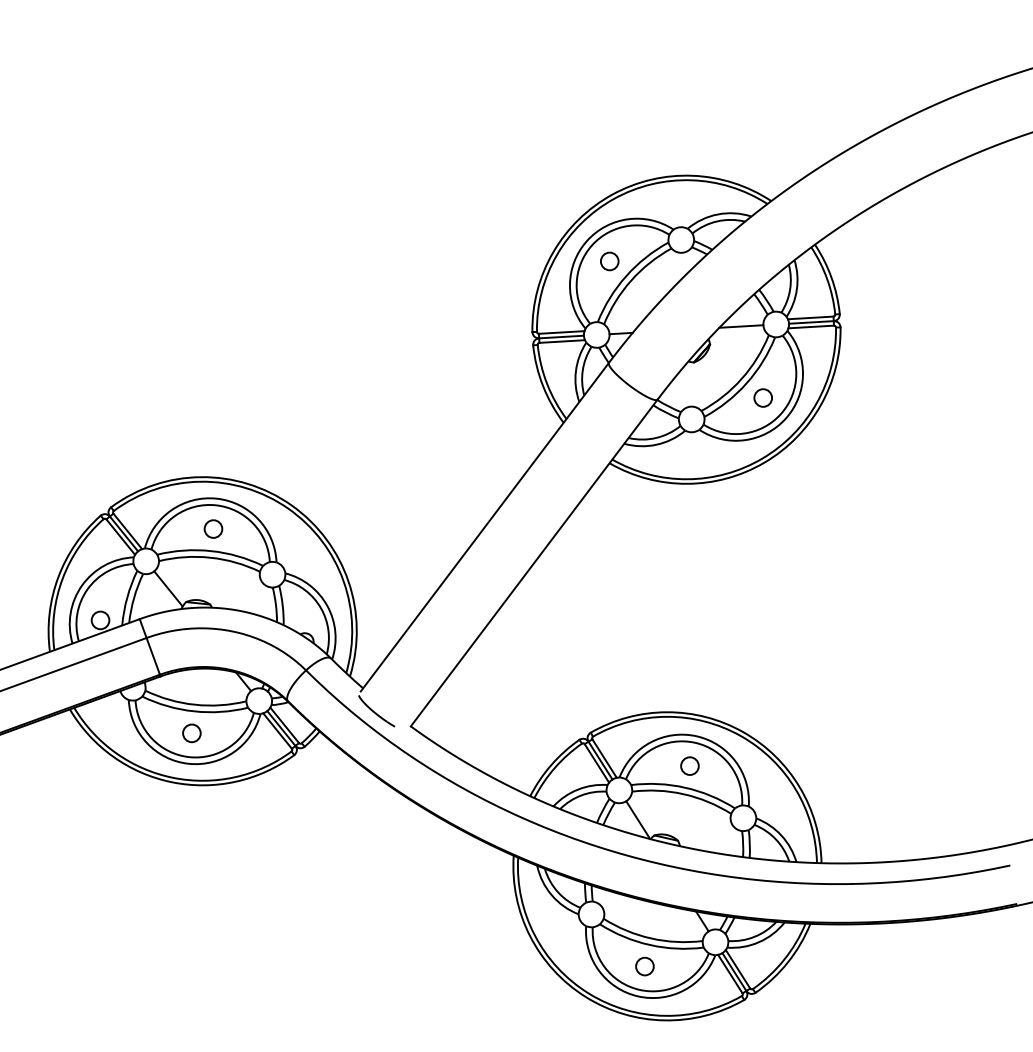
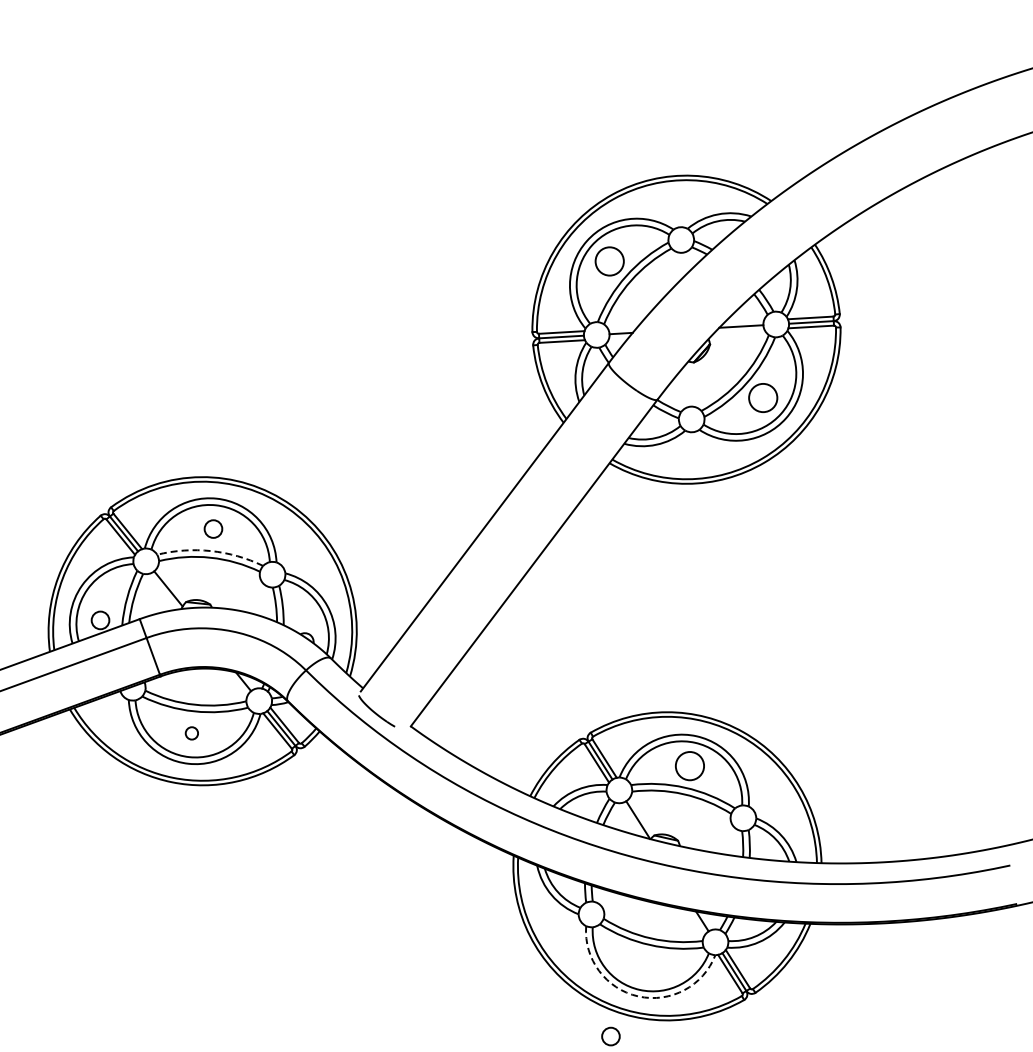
circle at (609, 261) diameter: 18 px -> 28 px
circle at (763, 397) diameter: 18 px -> 28 px
arc at (211, 551): solid -> dashed
circle at (191, 733) size: 20x21 px -> 15x15 px
circle at (689, 765) diameter: 18 px -> 28 px
circle at (644, 966) position: (644, 966) -> (610, 1036)
arc at (638, 996): solid -> dashed
